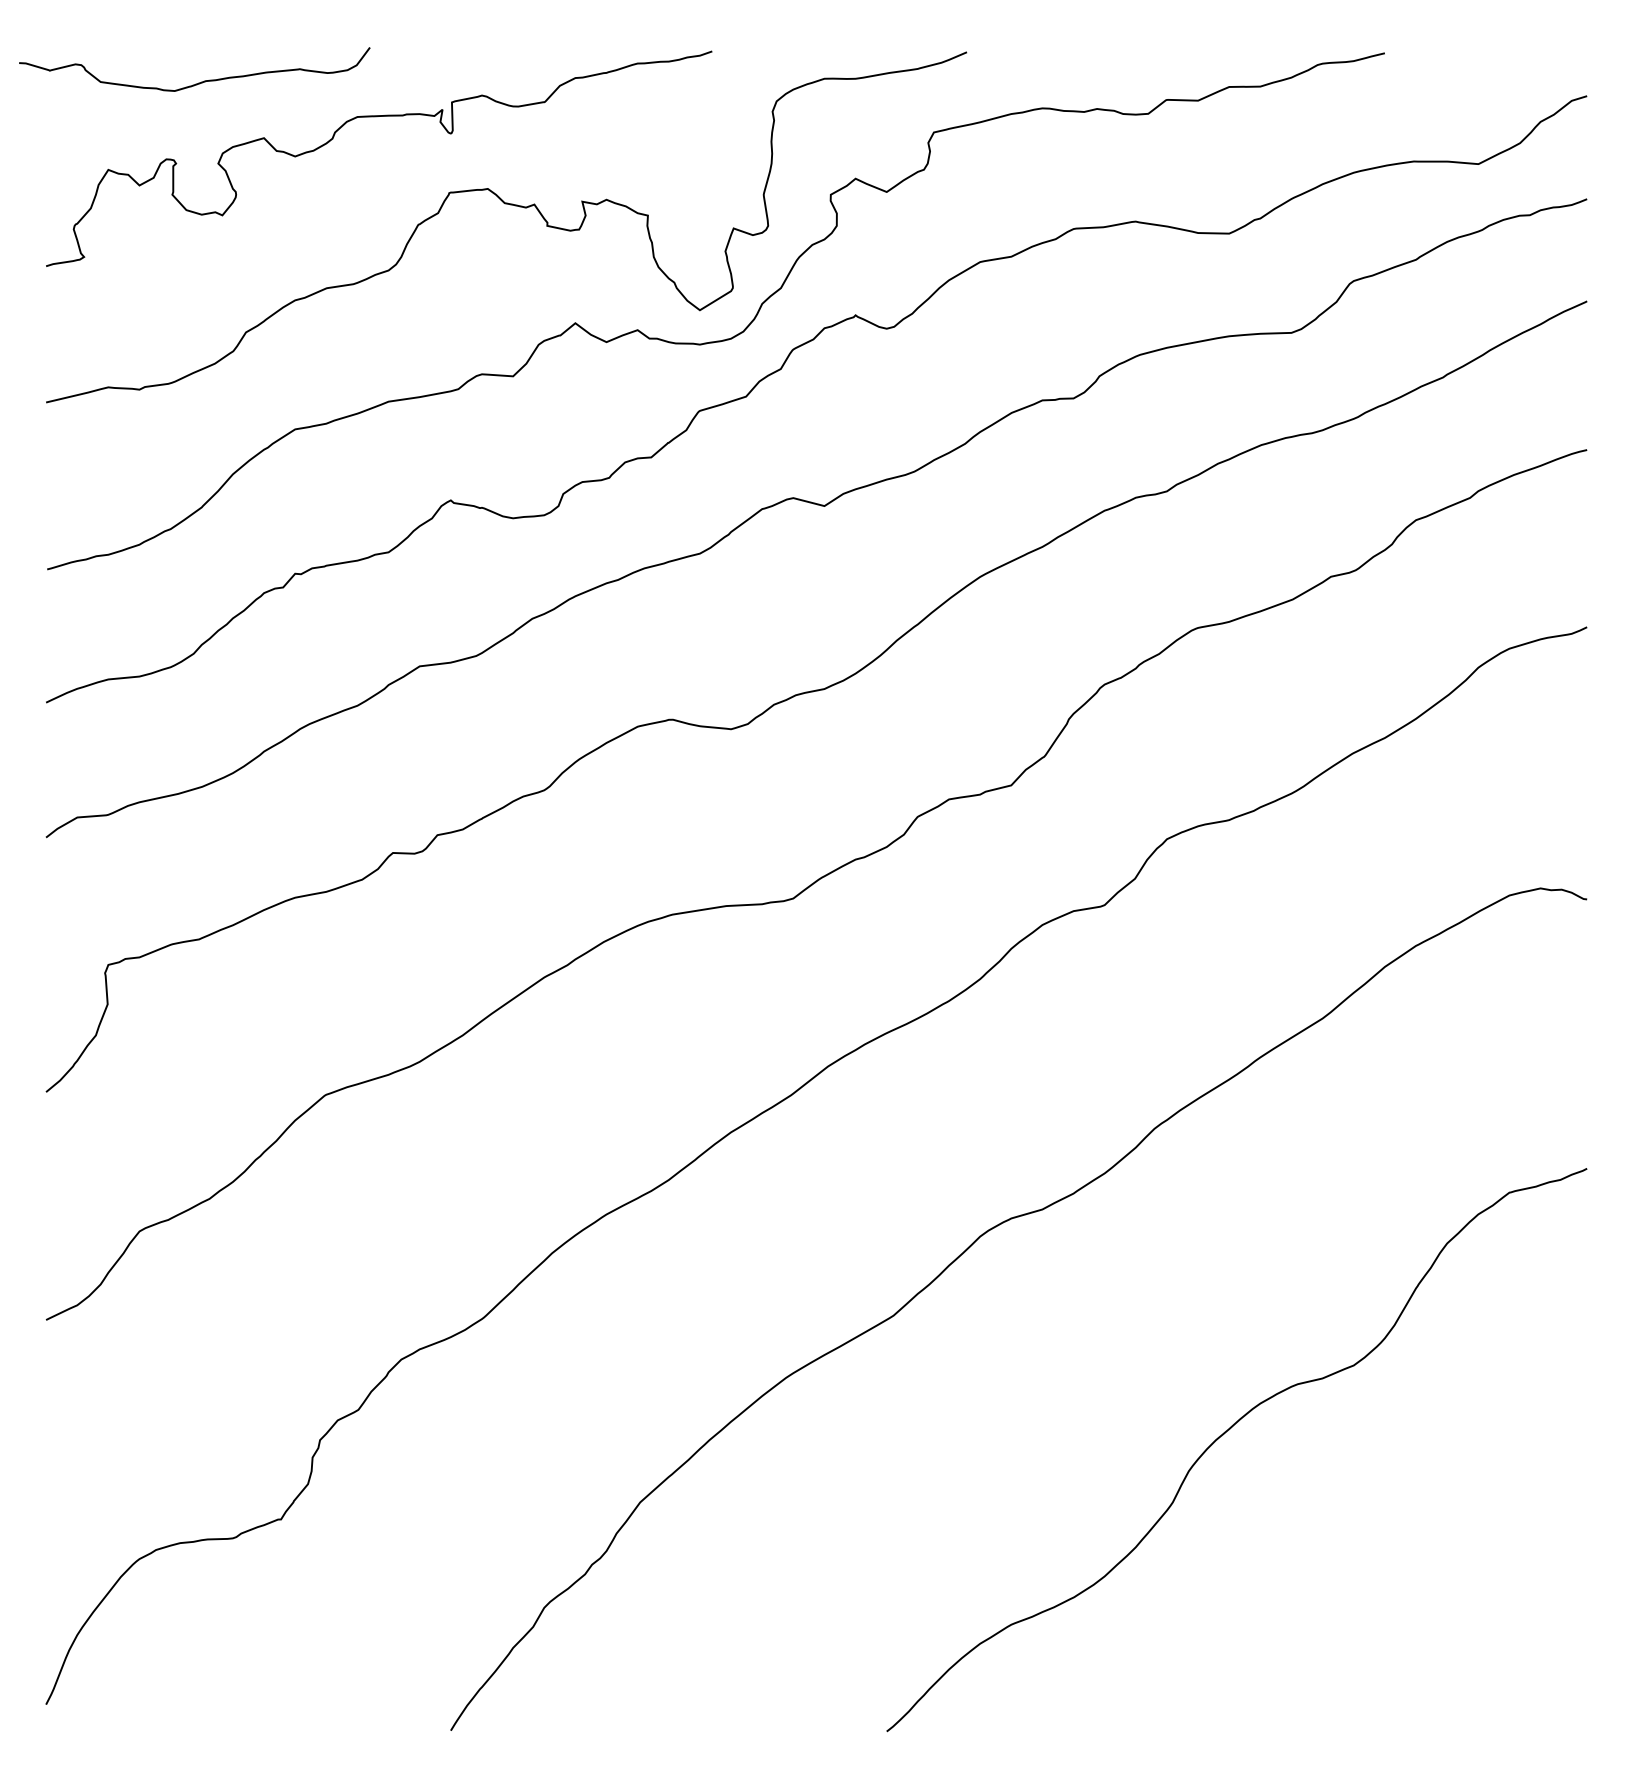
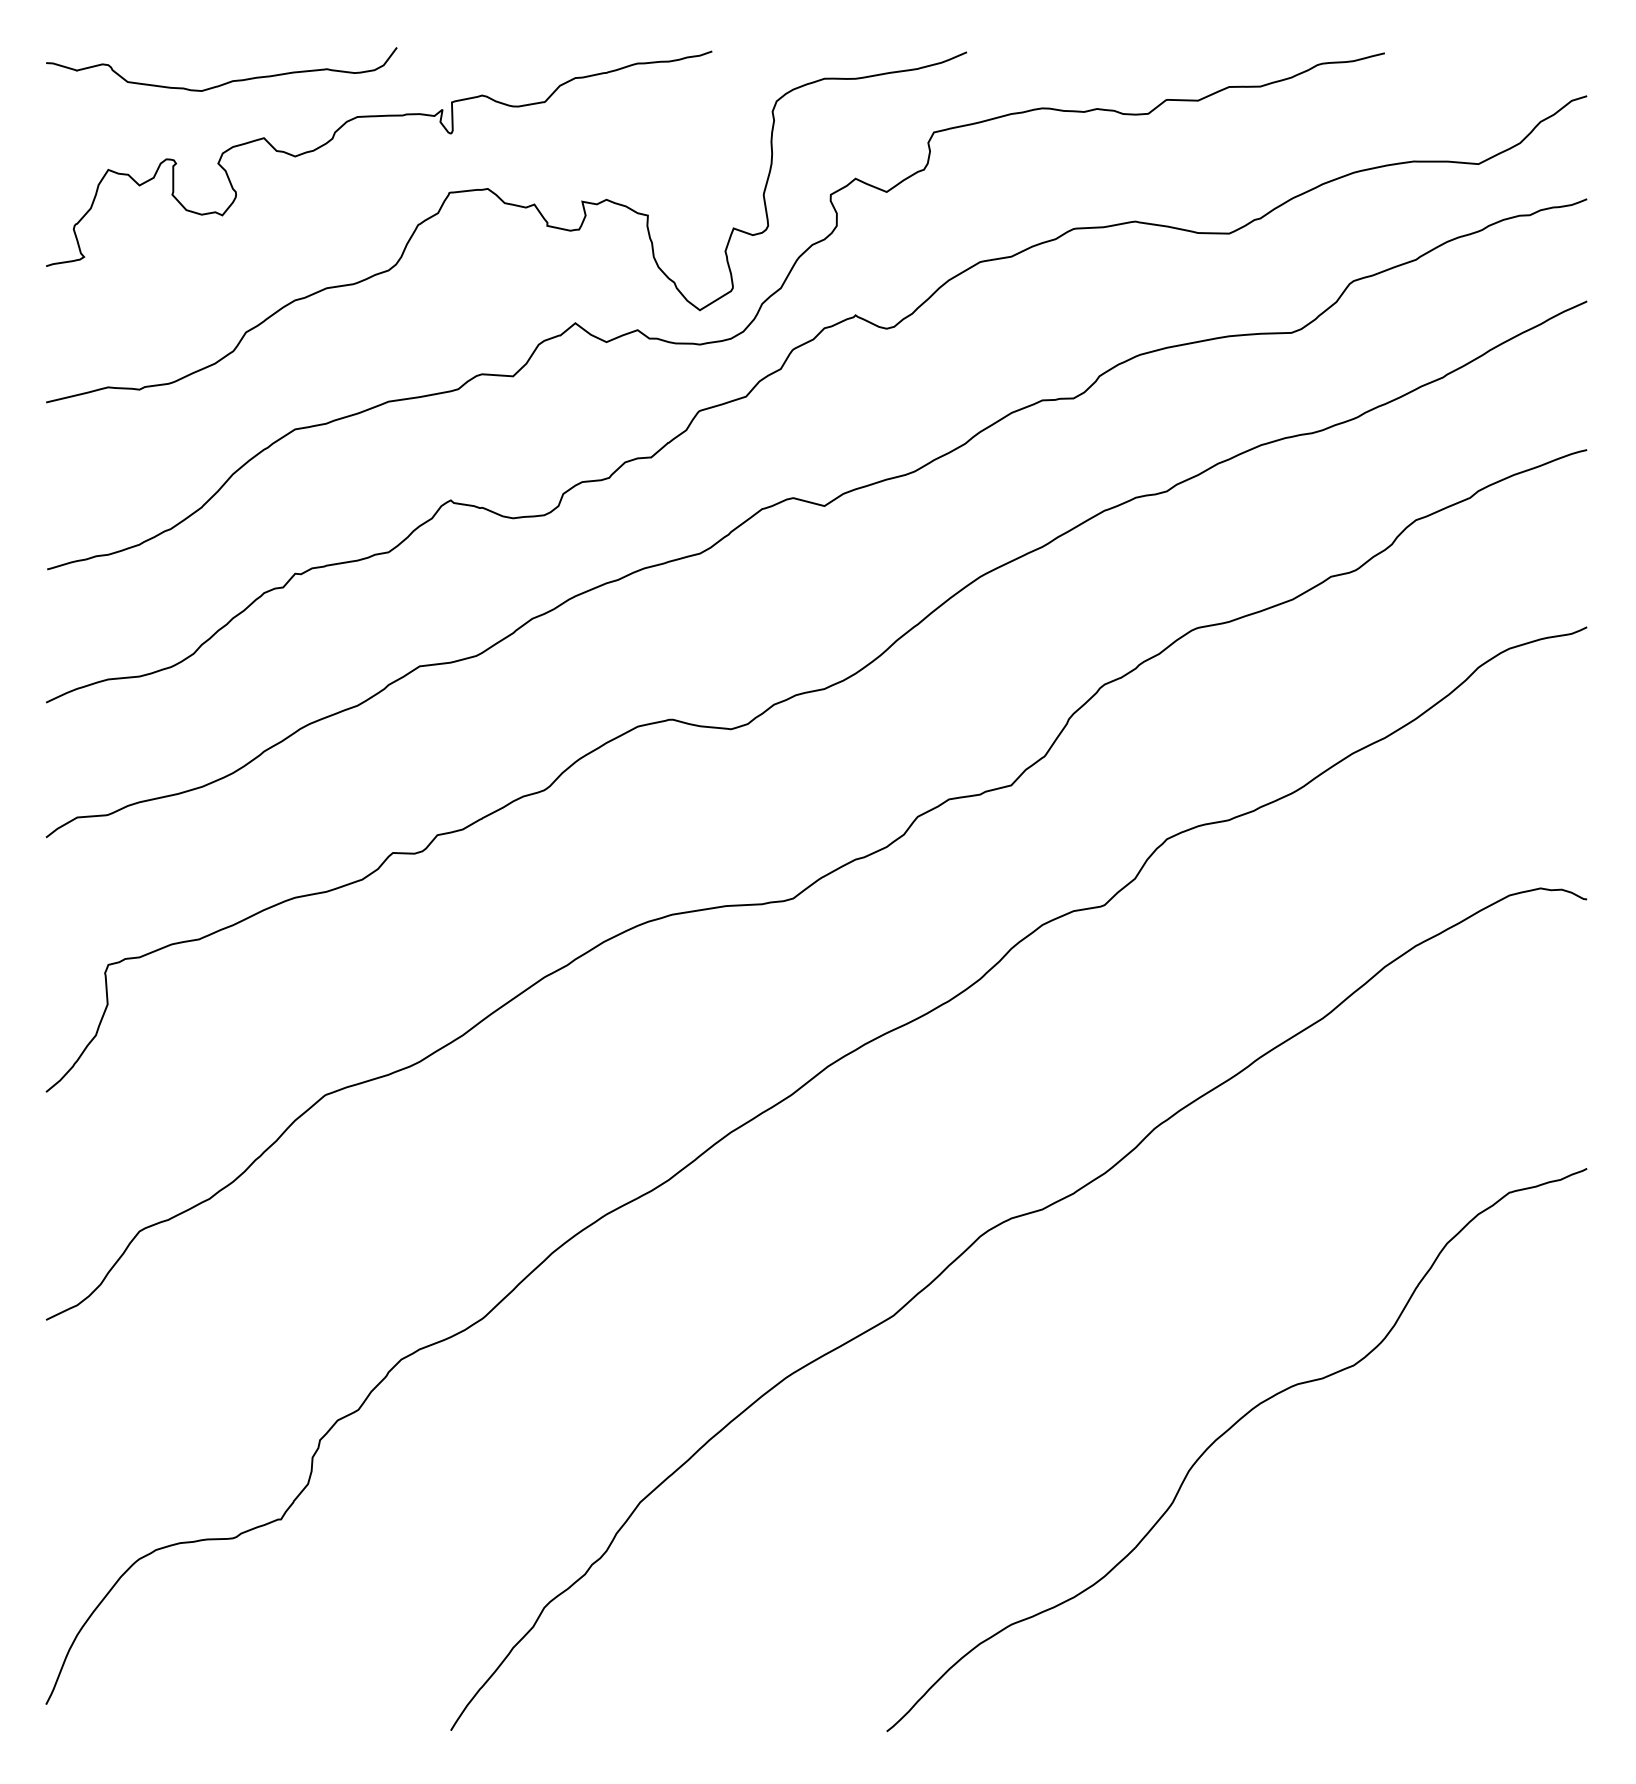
curve at (198, 82) position: (198, 82) -> (225, 82)
